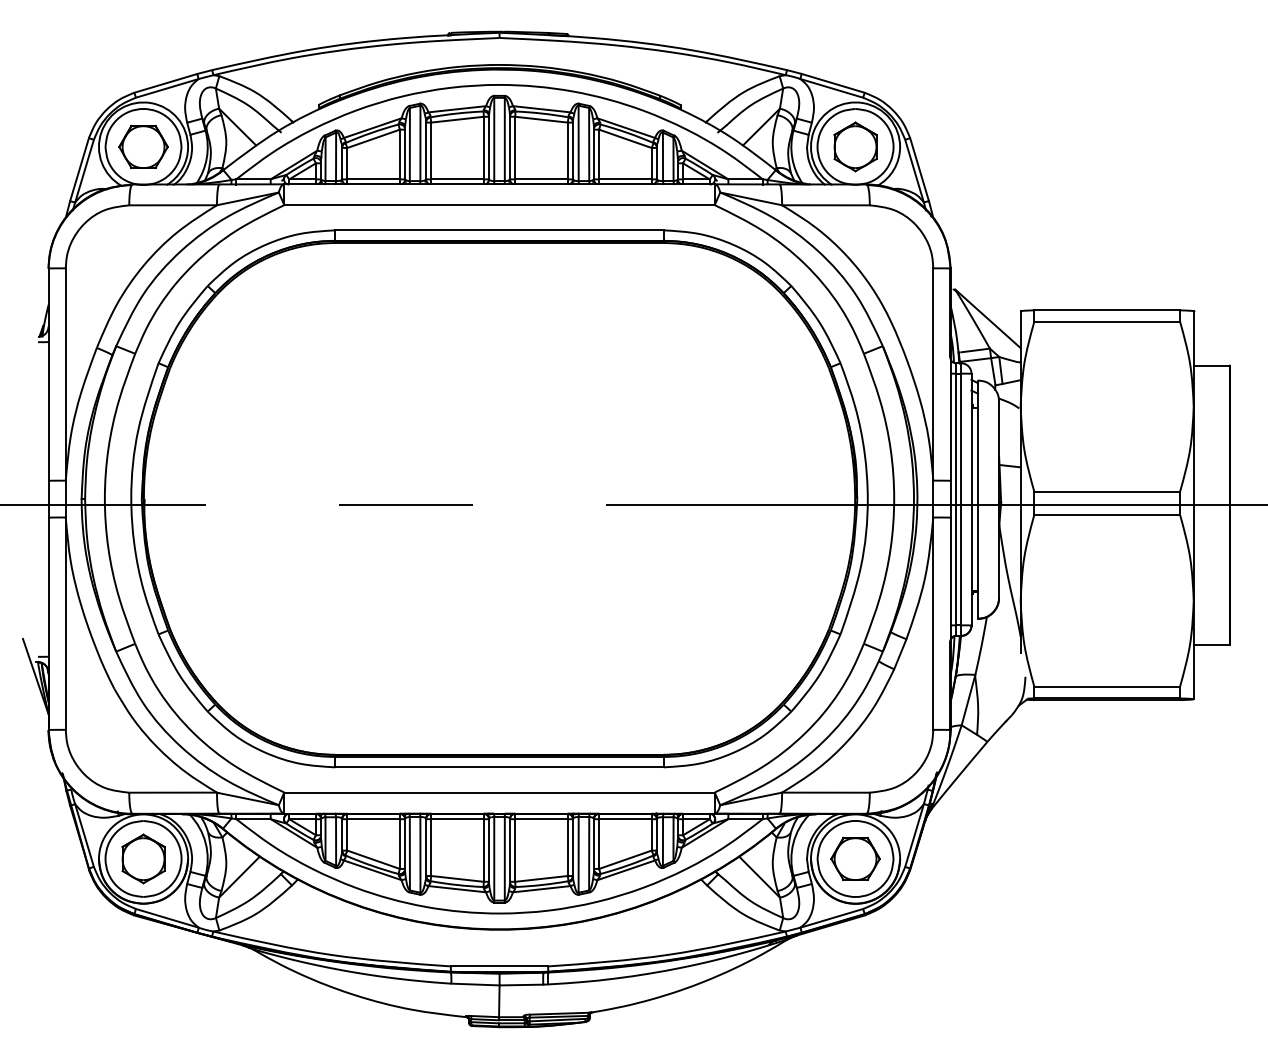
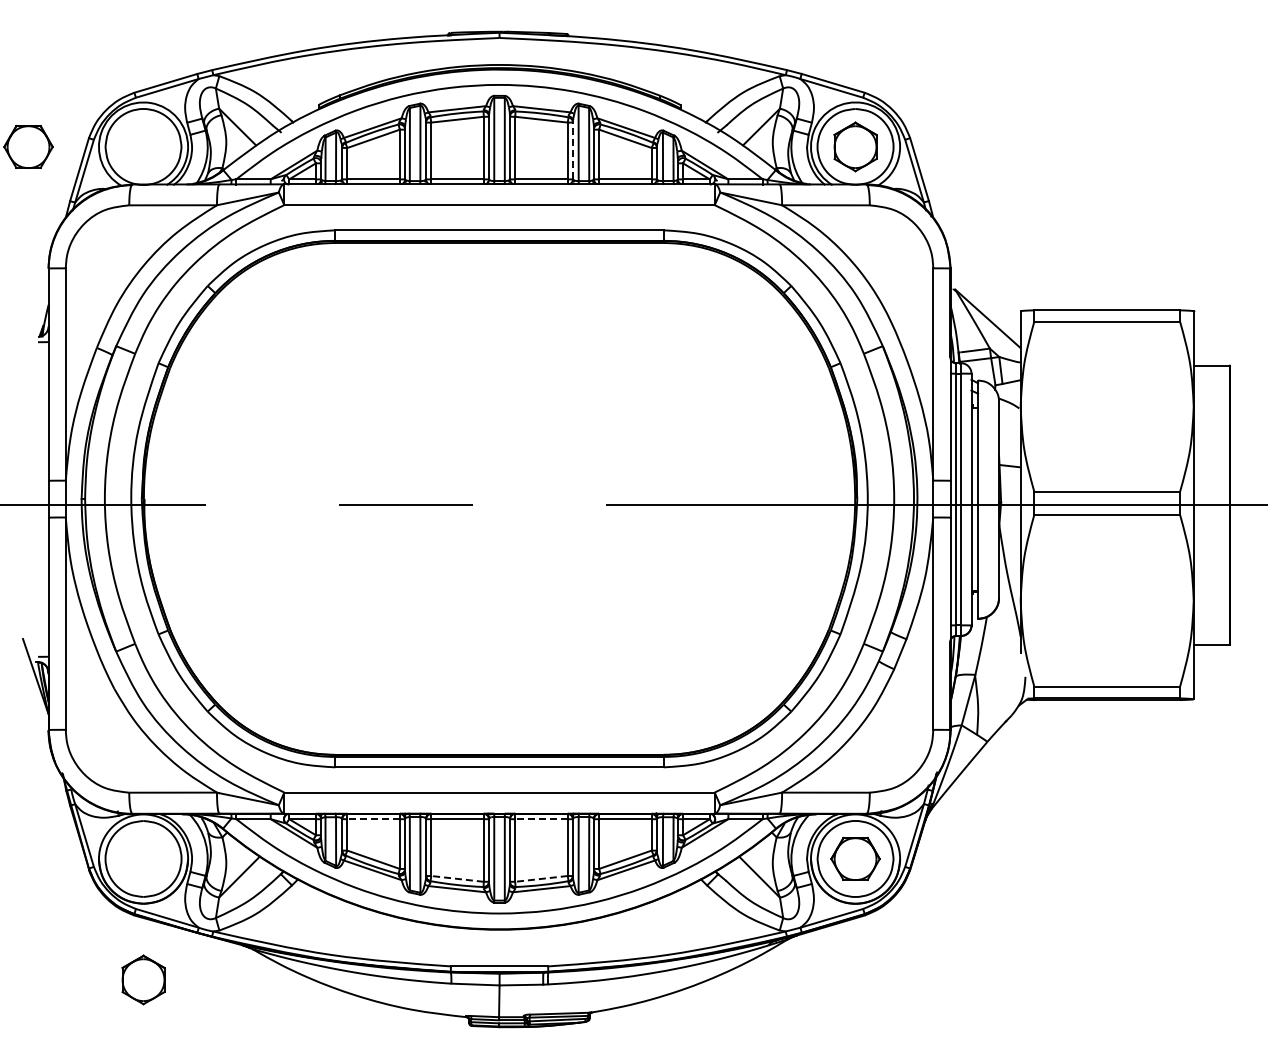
part at (143, 146) position: (143, 146) -> (28, 146)
line at (572, 149): solid -> dashed
line at (373, 819): solid -> dashed
line at (540, 819): solid -> dashed
part at (143, 858) position: (143, 858) -> (143, 979)
line at (457, 878): solid -> dashed
line at (540, 878): solid -> dashed
